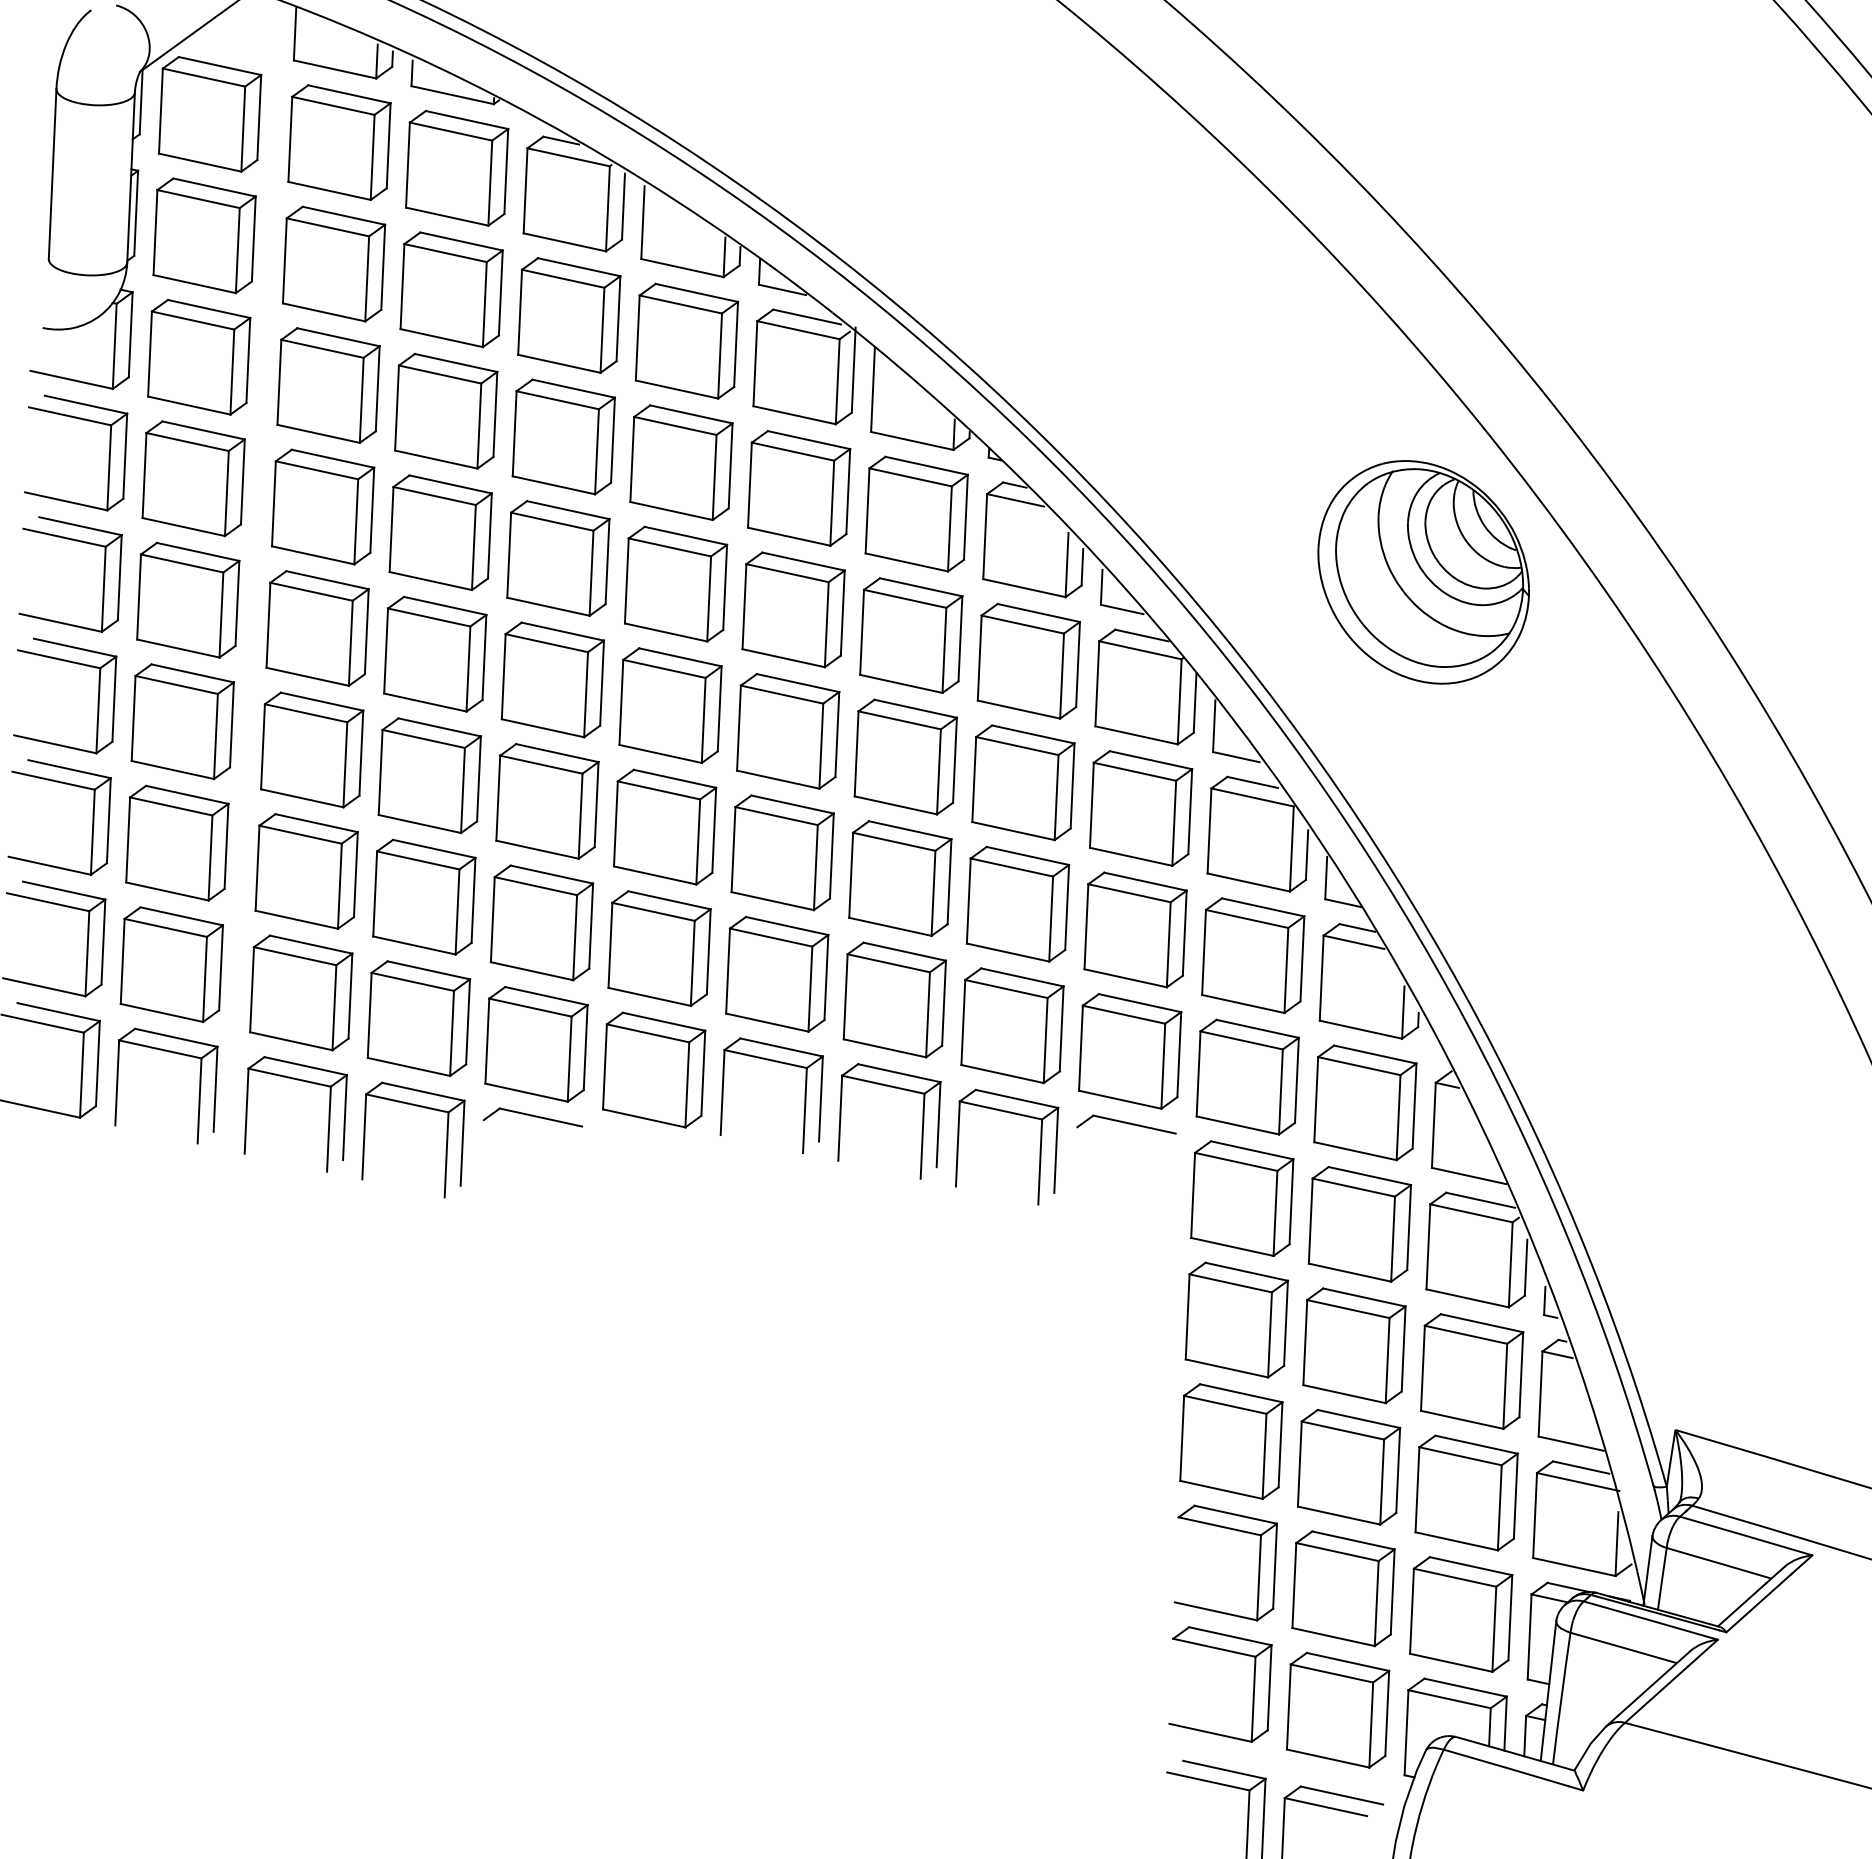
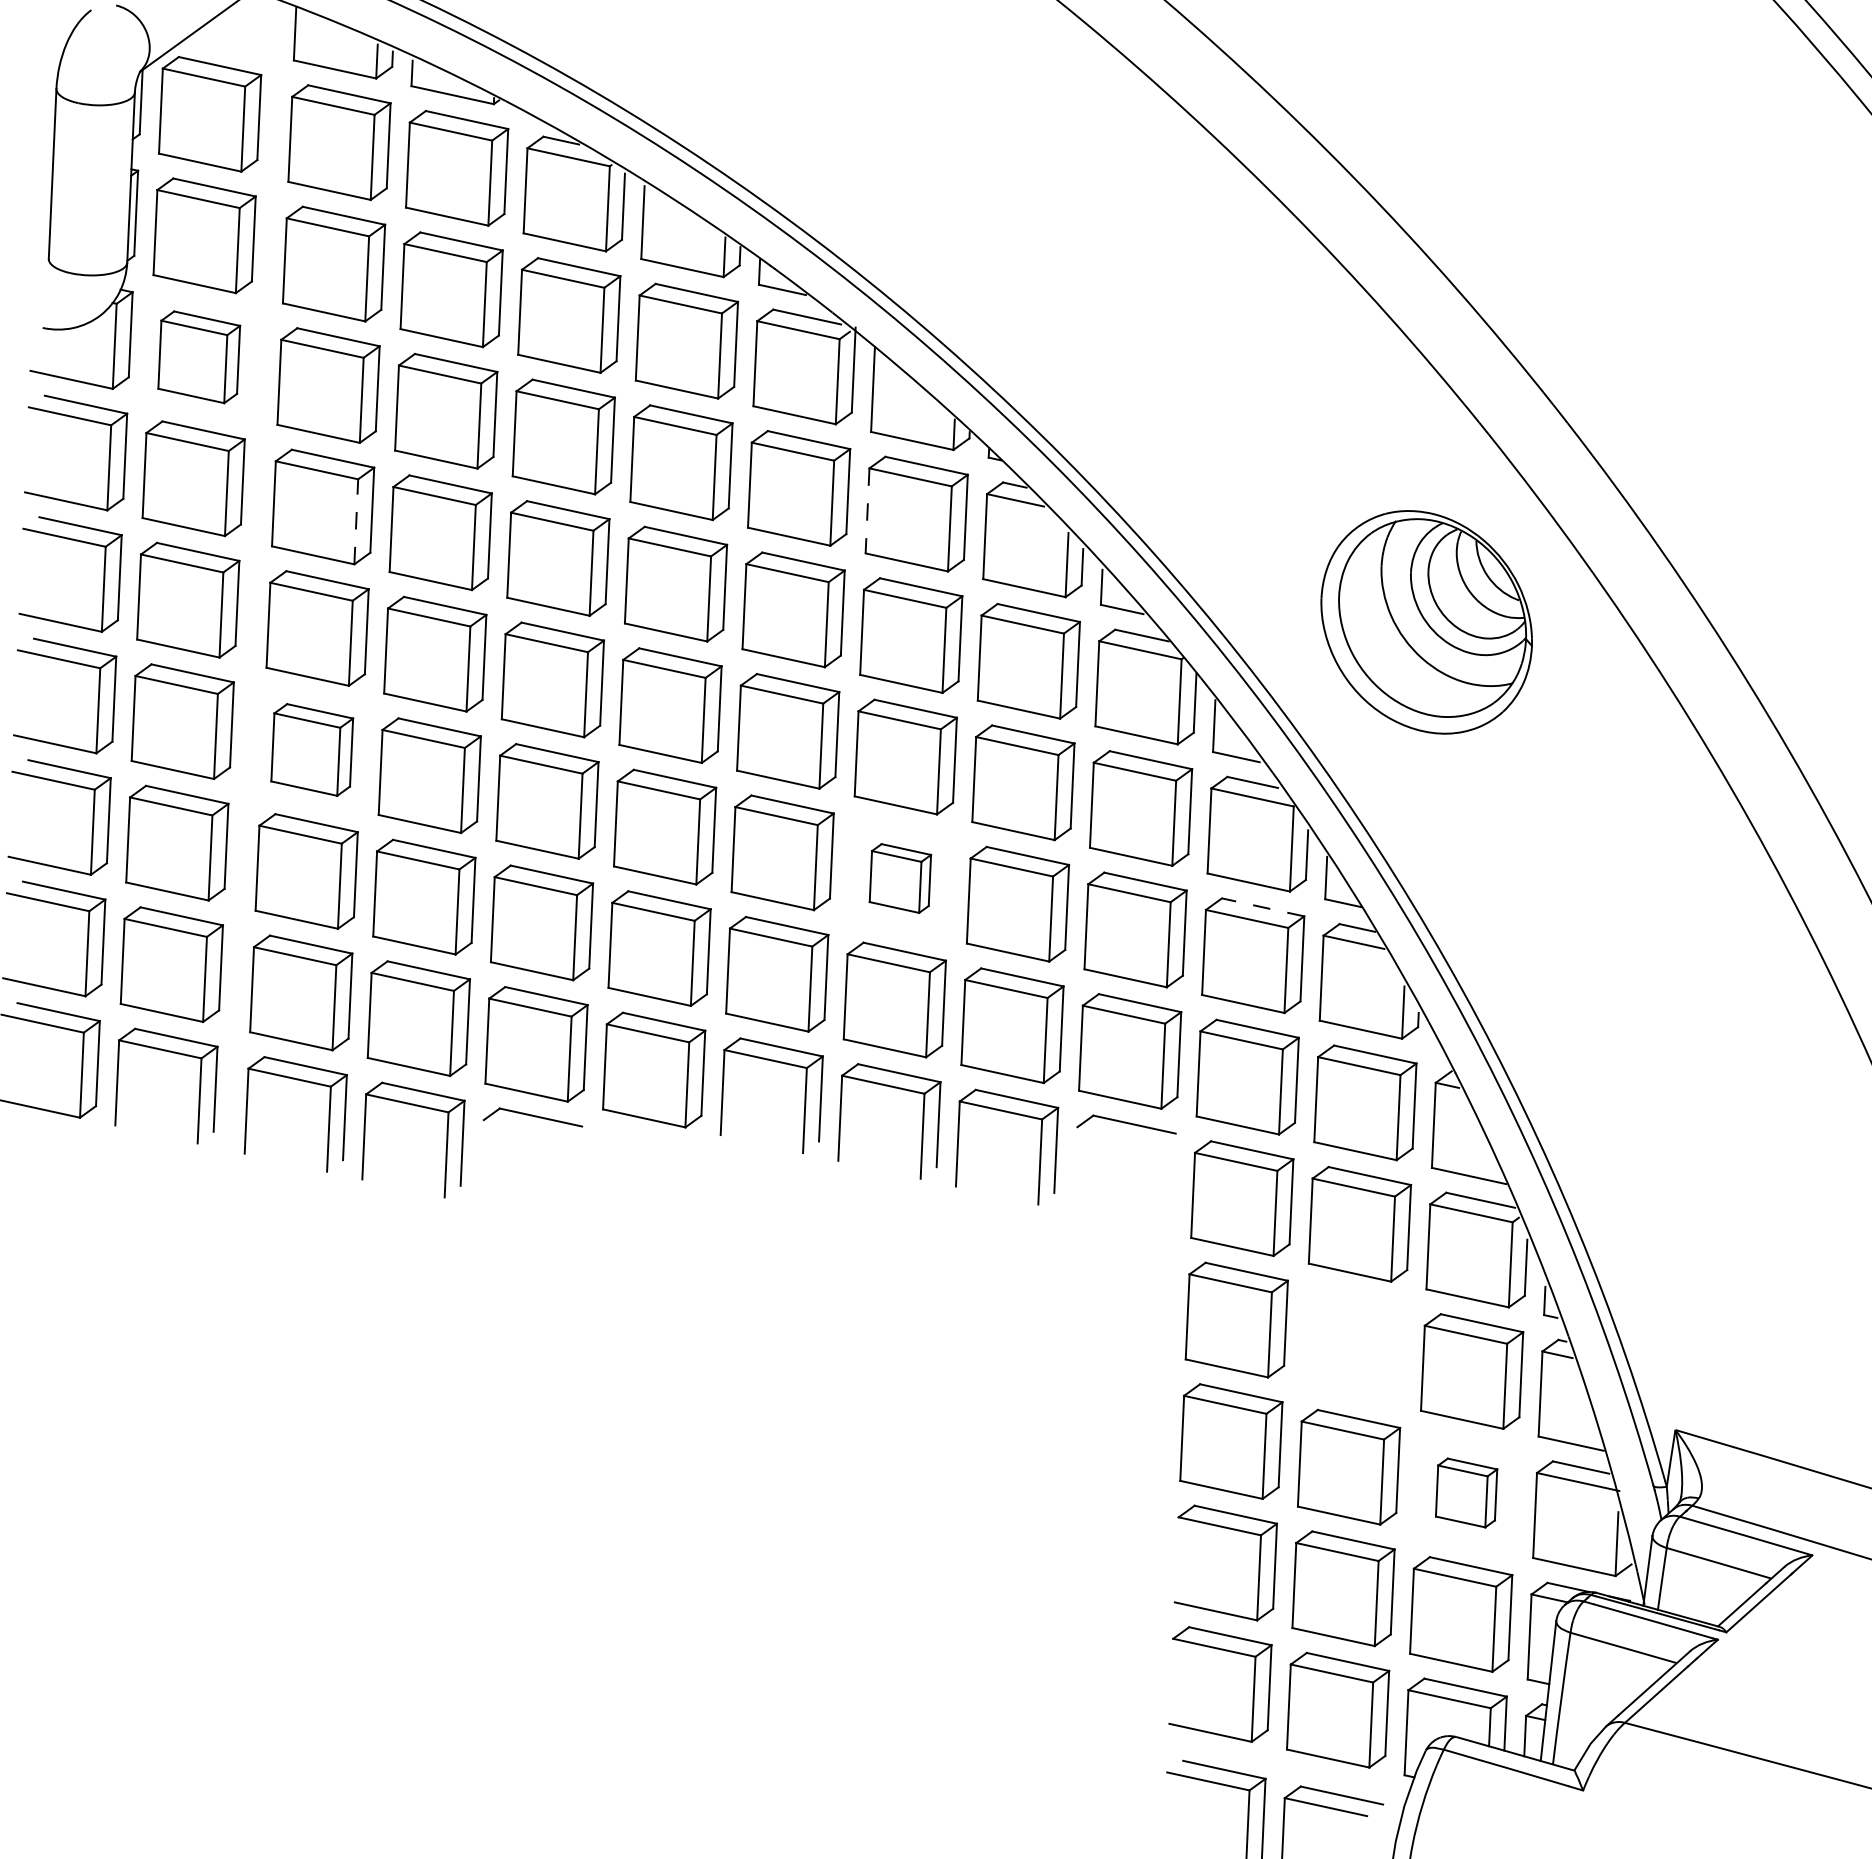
part at (199, 357) size: 105x117 px -> 85x95 px
line at (867, 510): solid -> dashed
line at (356, 521): solid -> dashed
part at (1423, 572) position: (1423, 572) -> (1426, 622)
part at (312, 749) size: 105x118 px -> 85x94 px
part at (900, 878) size: 105x117 px -> 65x71 px
line at (1262, 907): solid -> dashed
part at (1354, 1345): present -> none
part at (1466, 1492) size: 105x118 px -> 64x72 px
